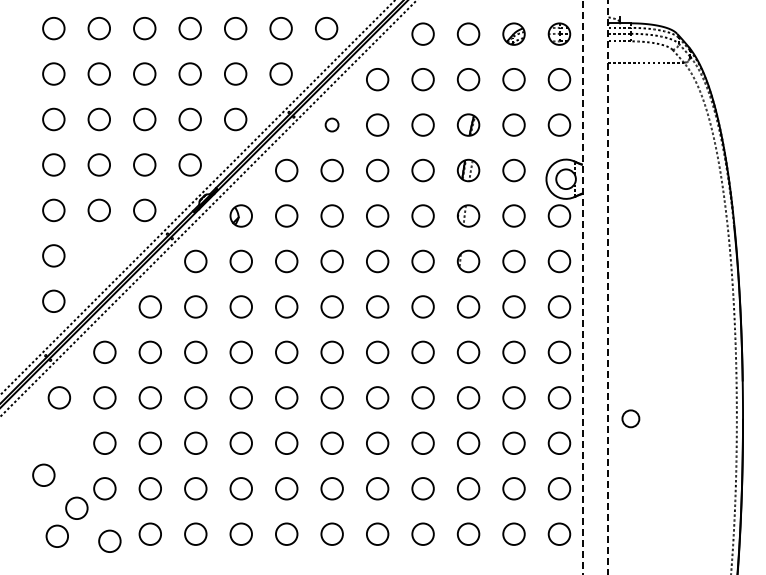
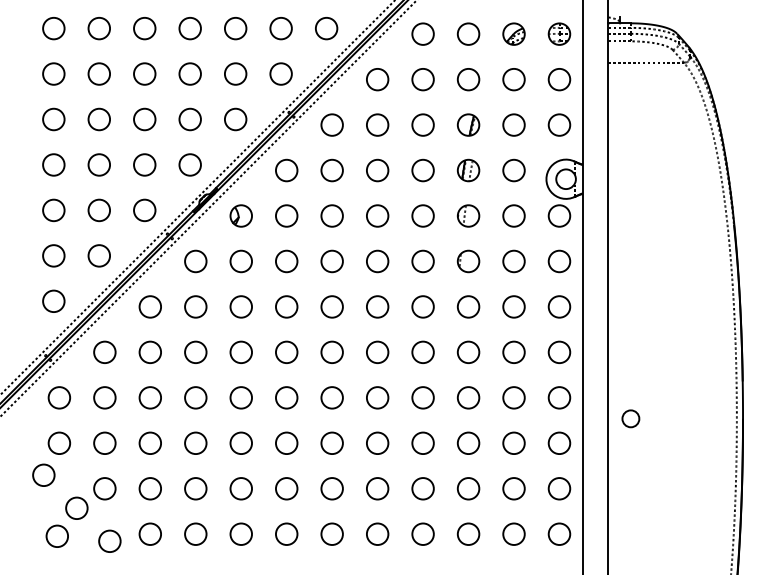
circle at (331, 124) size: 16x16 px -> 24x24 px
circle at (98, 255): none -> present
line at (608, 286): dashed -> solid
line at (582, 287): dashed -> solid
circle at (59, 442): none -> present
